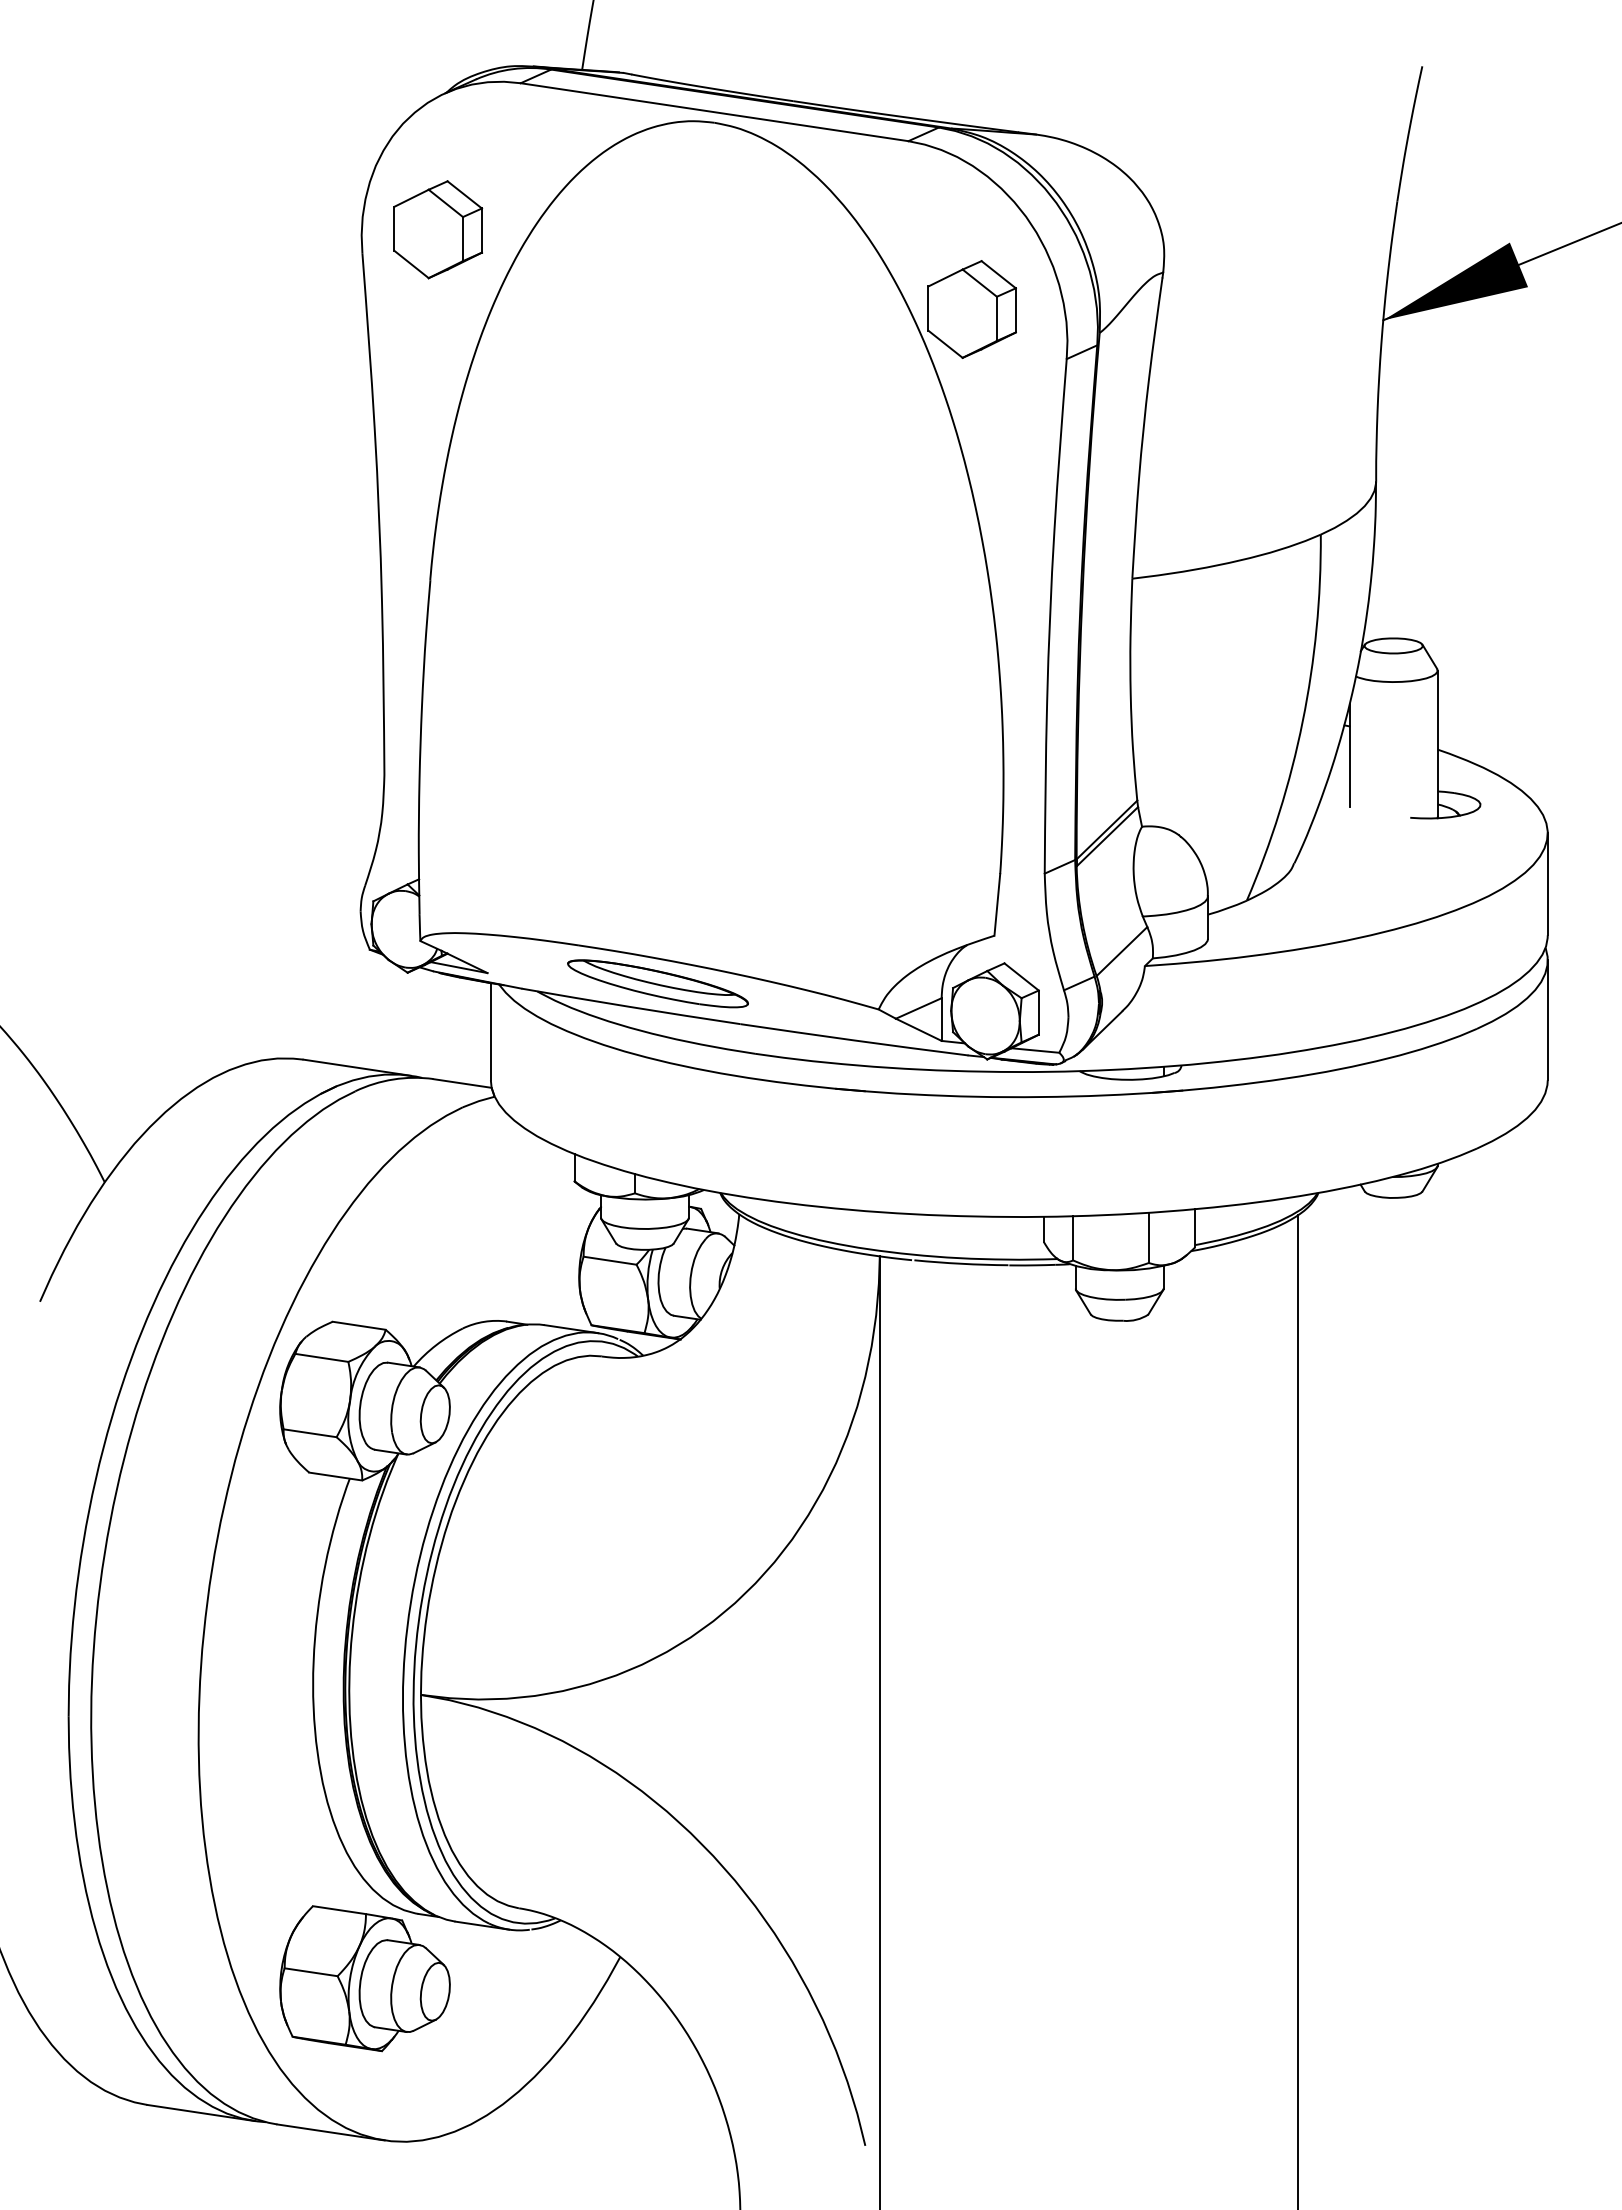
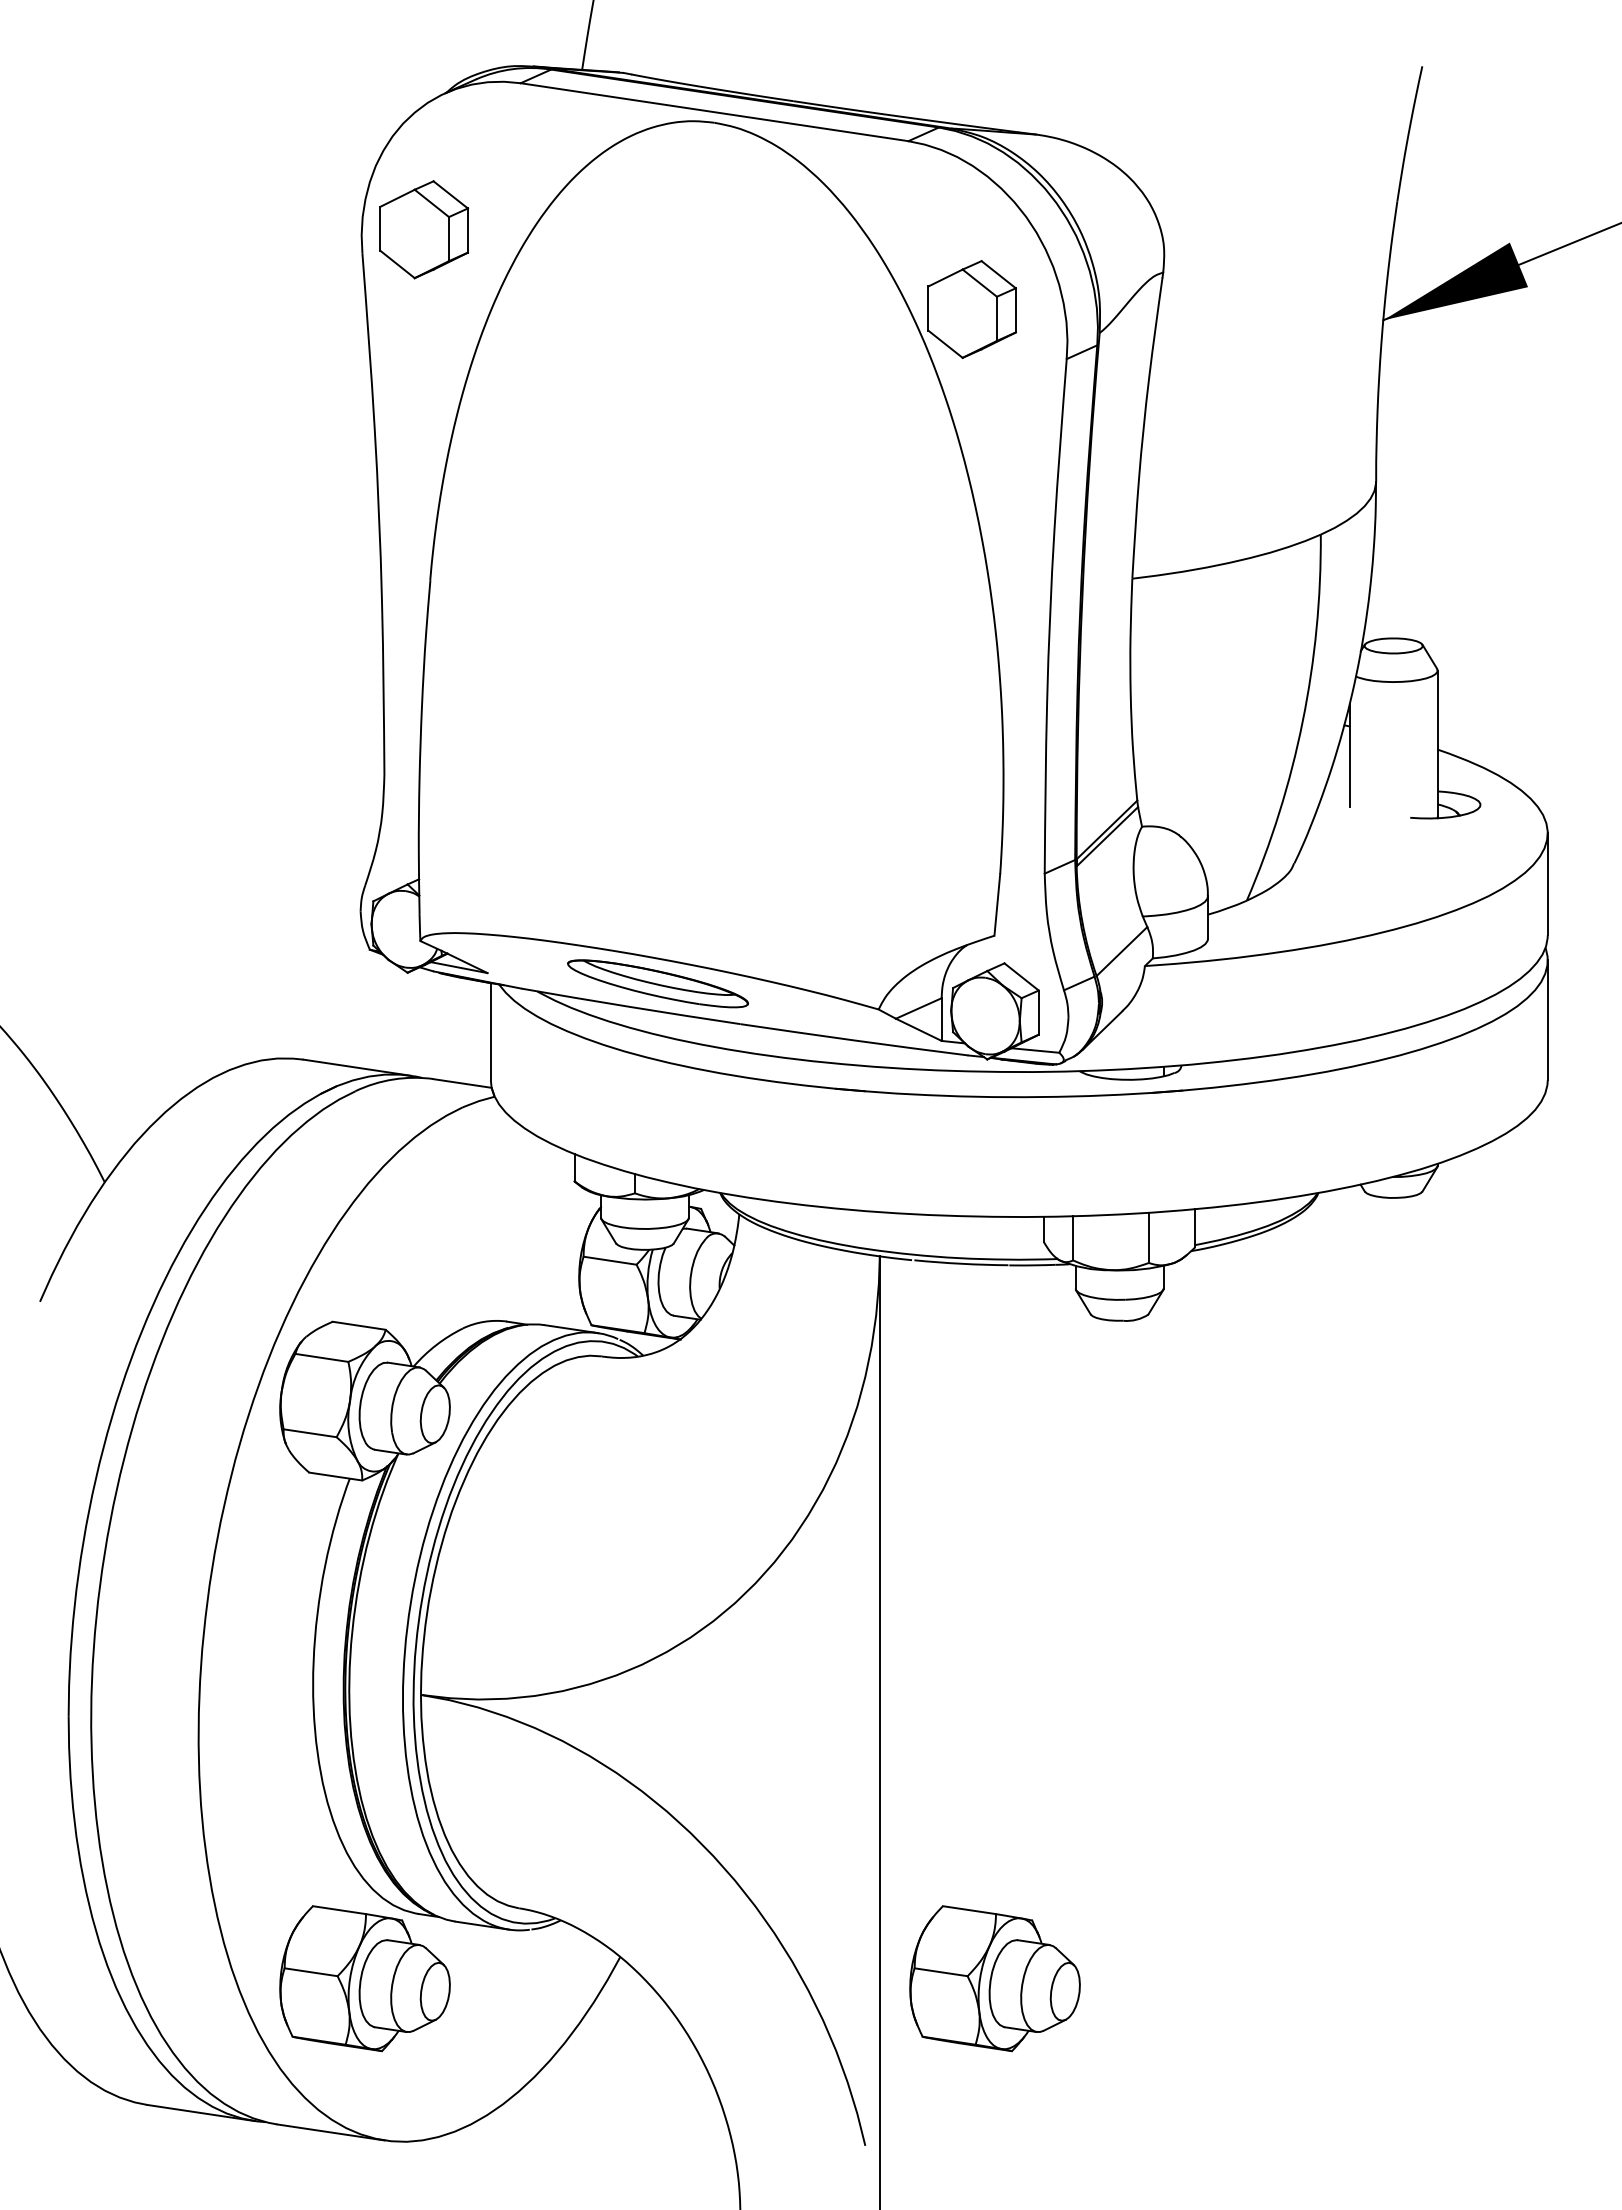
part at (438, 229) position: (438, 229) -> (424, 229)
line at (1298, 1710): present -> none
part at (994, 1978): none -> present
